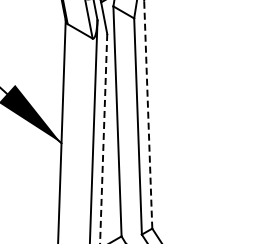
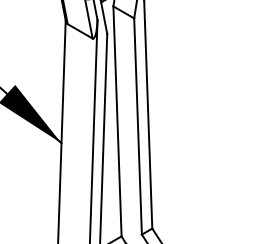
line at (148, 114): dashed -> solid
line at (103, 138): dashed -> solid
